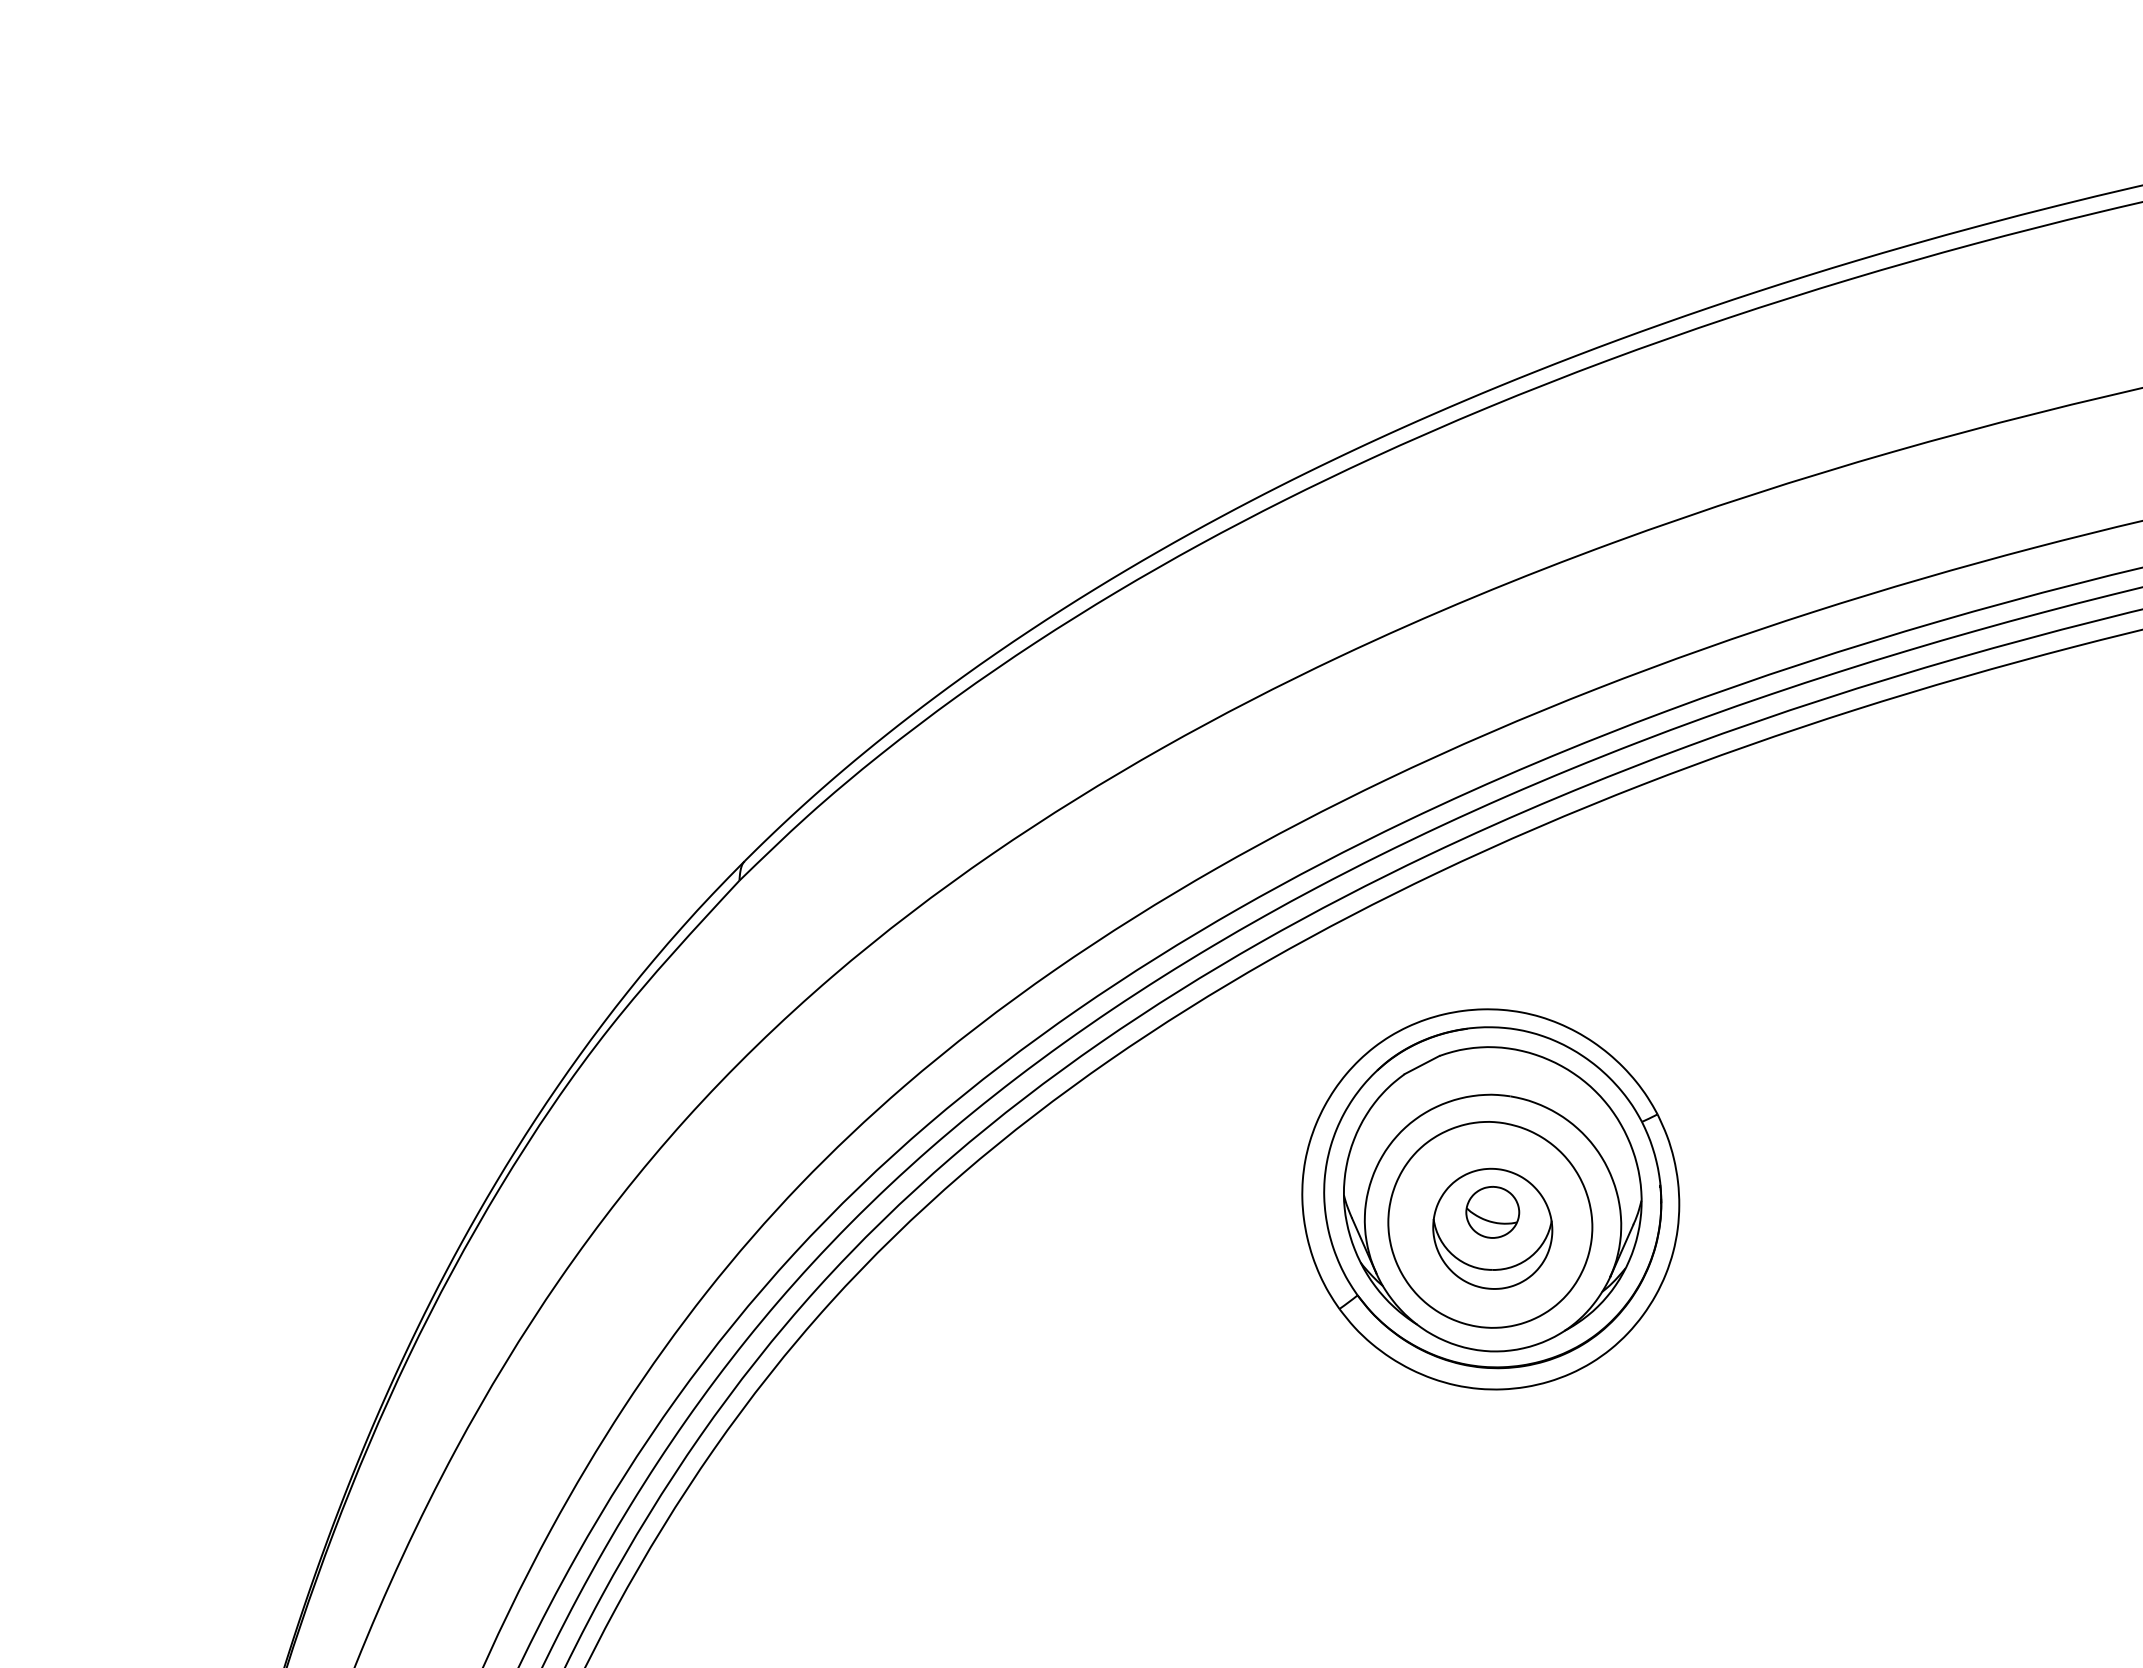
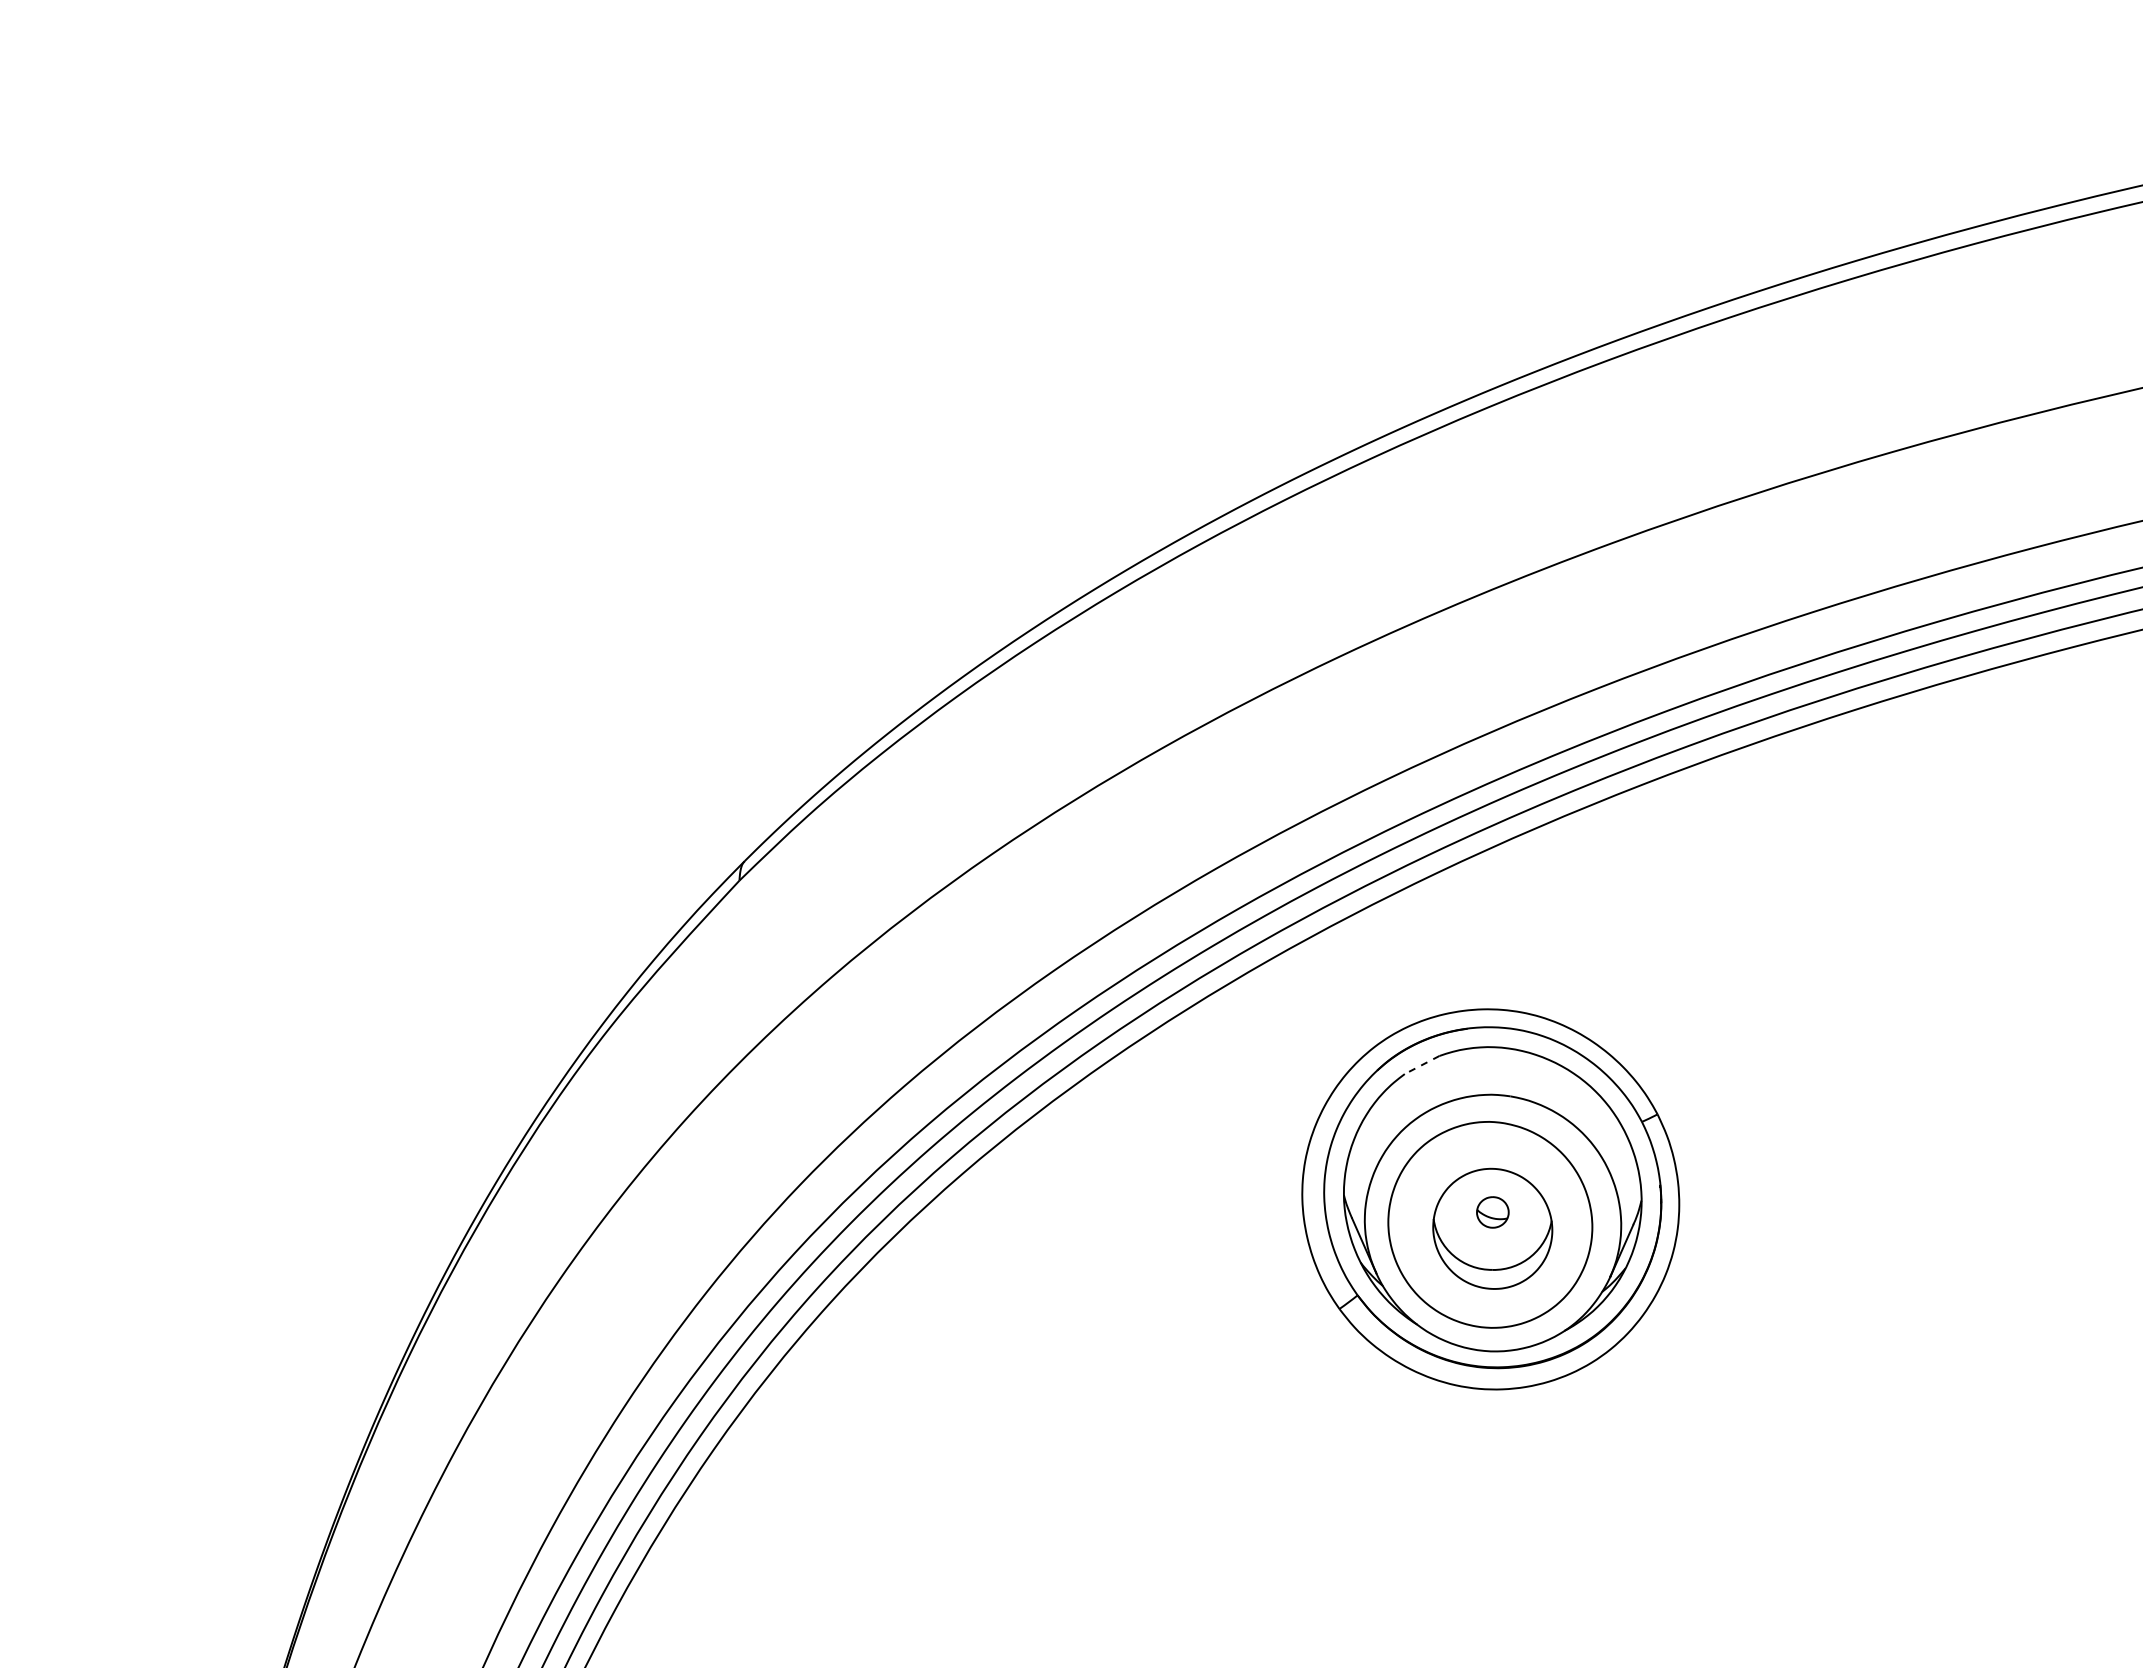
line at (1422, 1065): solid -> dashed
part at (1492, 1212) size: 56x53 px -> 34x33 px
